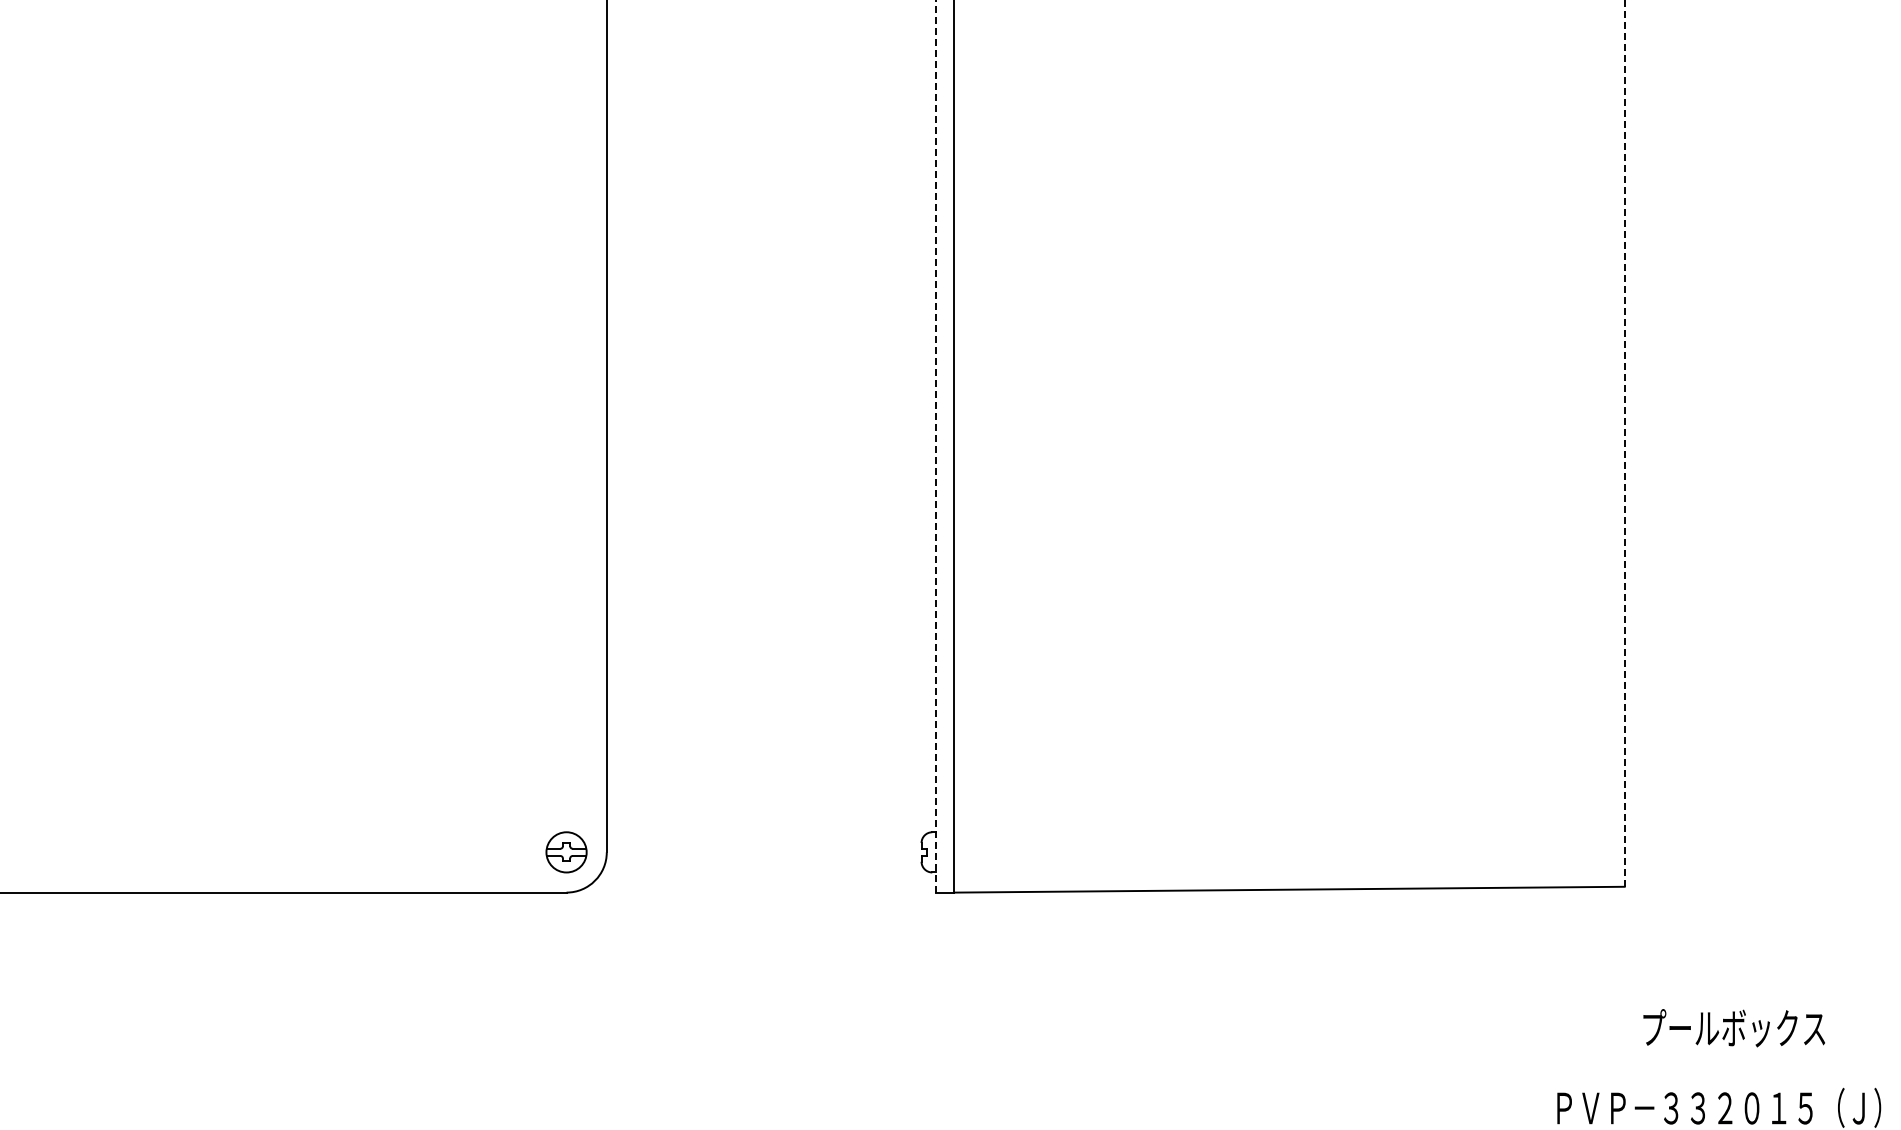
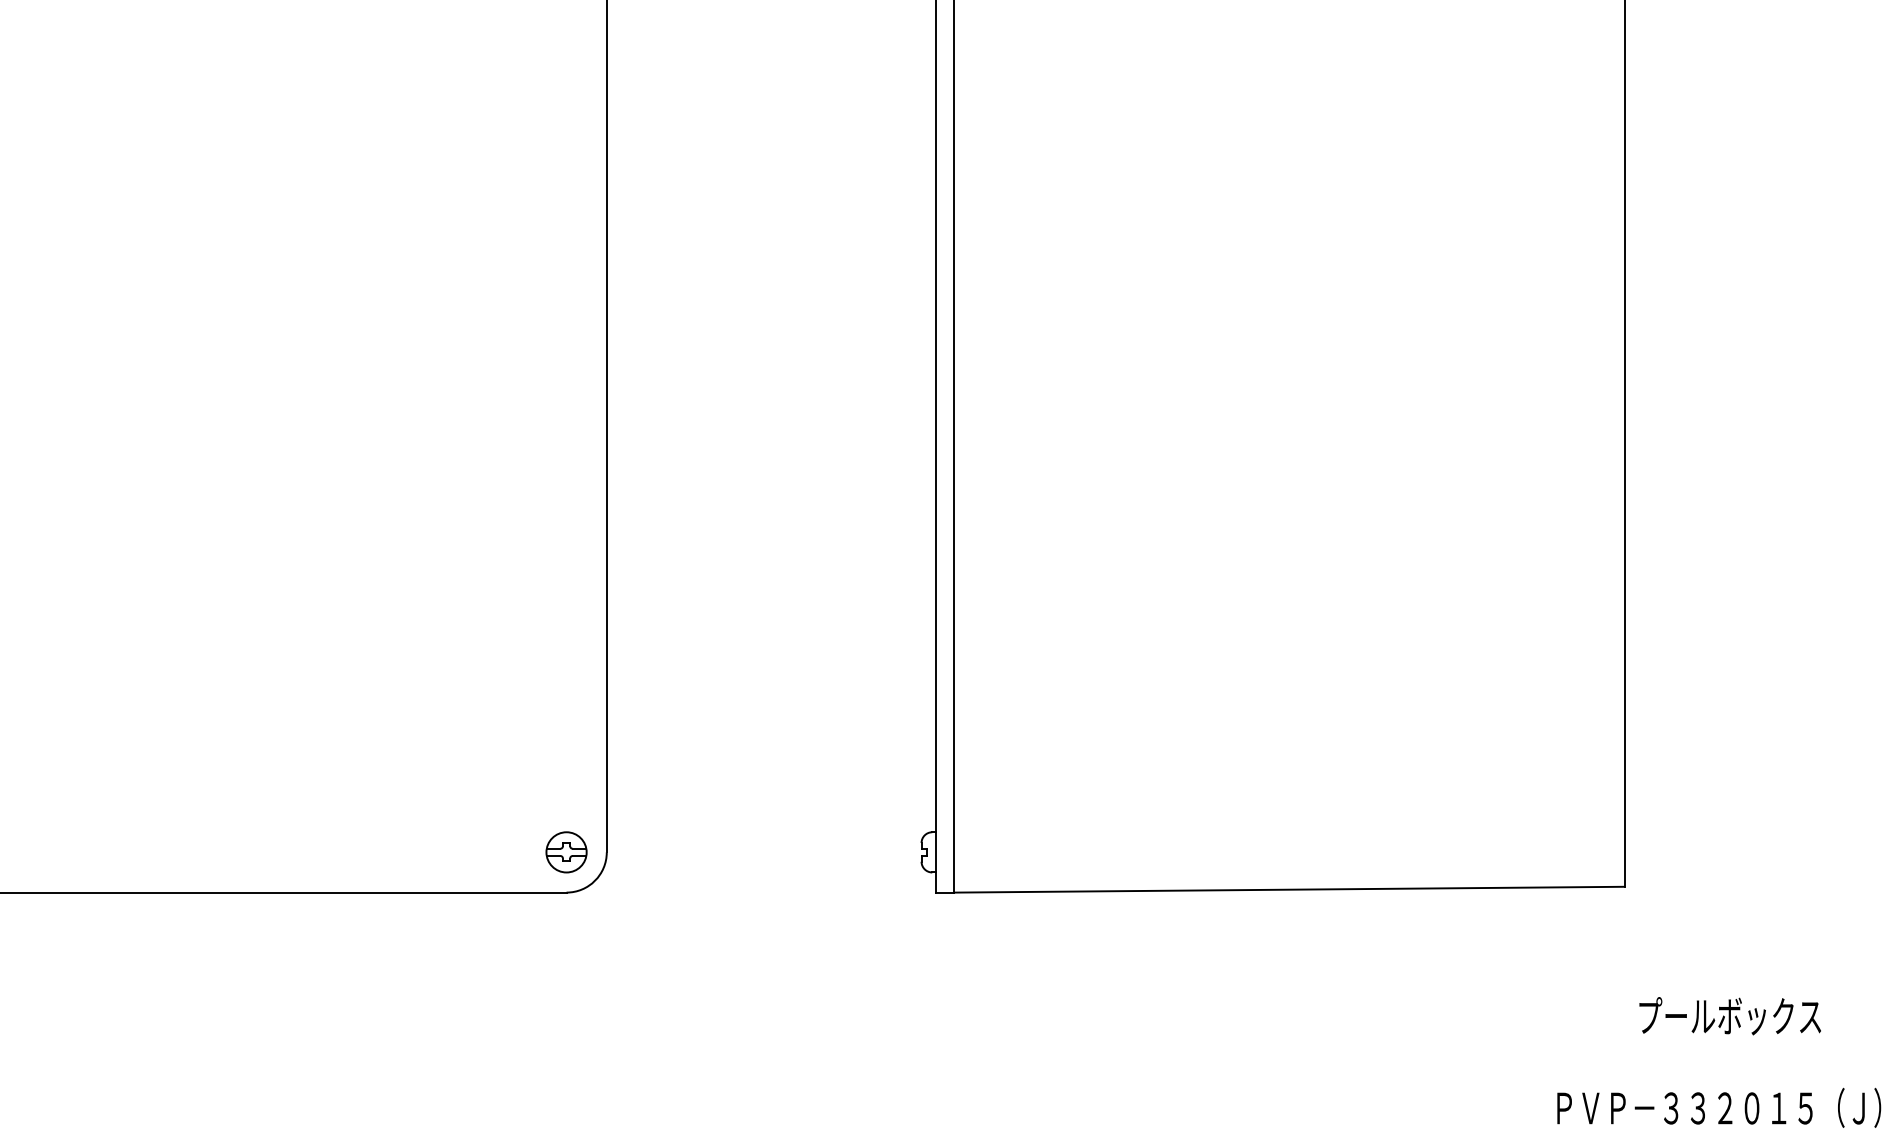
line at (1624, 443): dashed -> solid
line at (936, 446): dashed -> solid
text at (1733, 1028) position: (1733, 1028) -> (1729, 1016)
